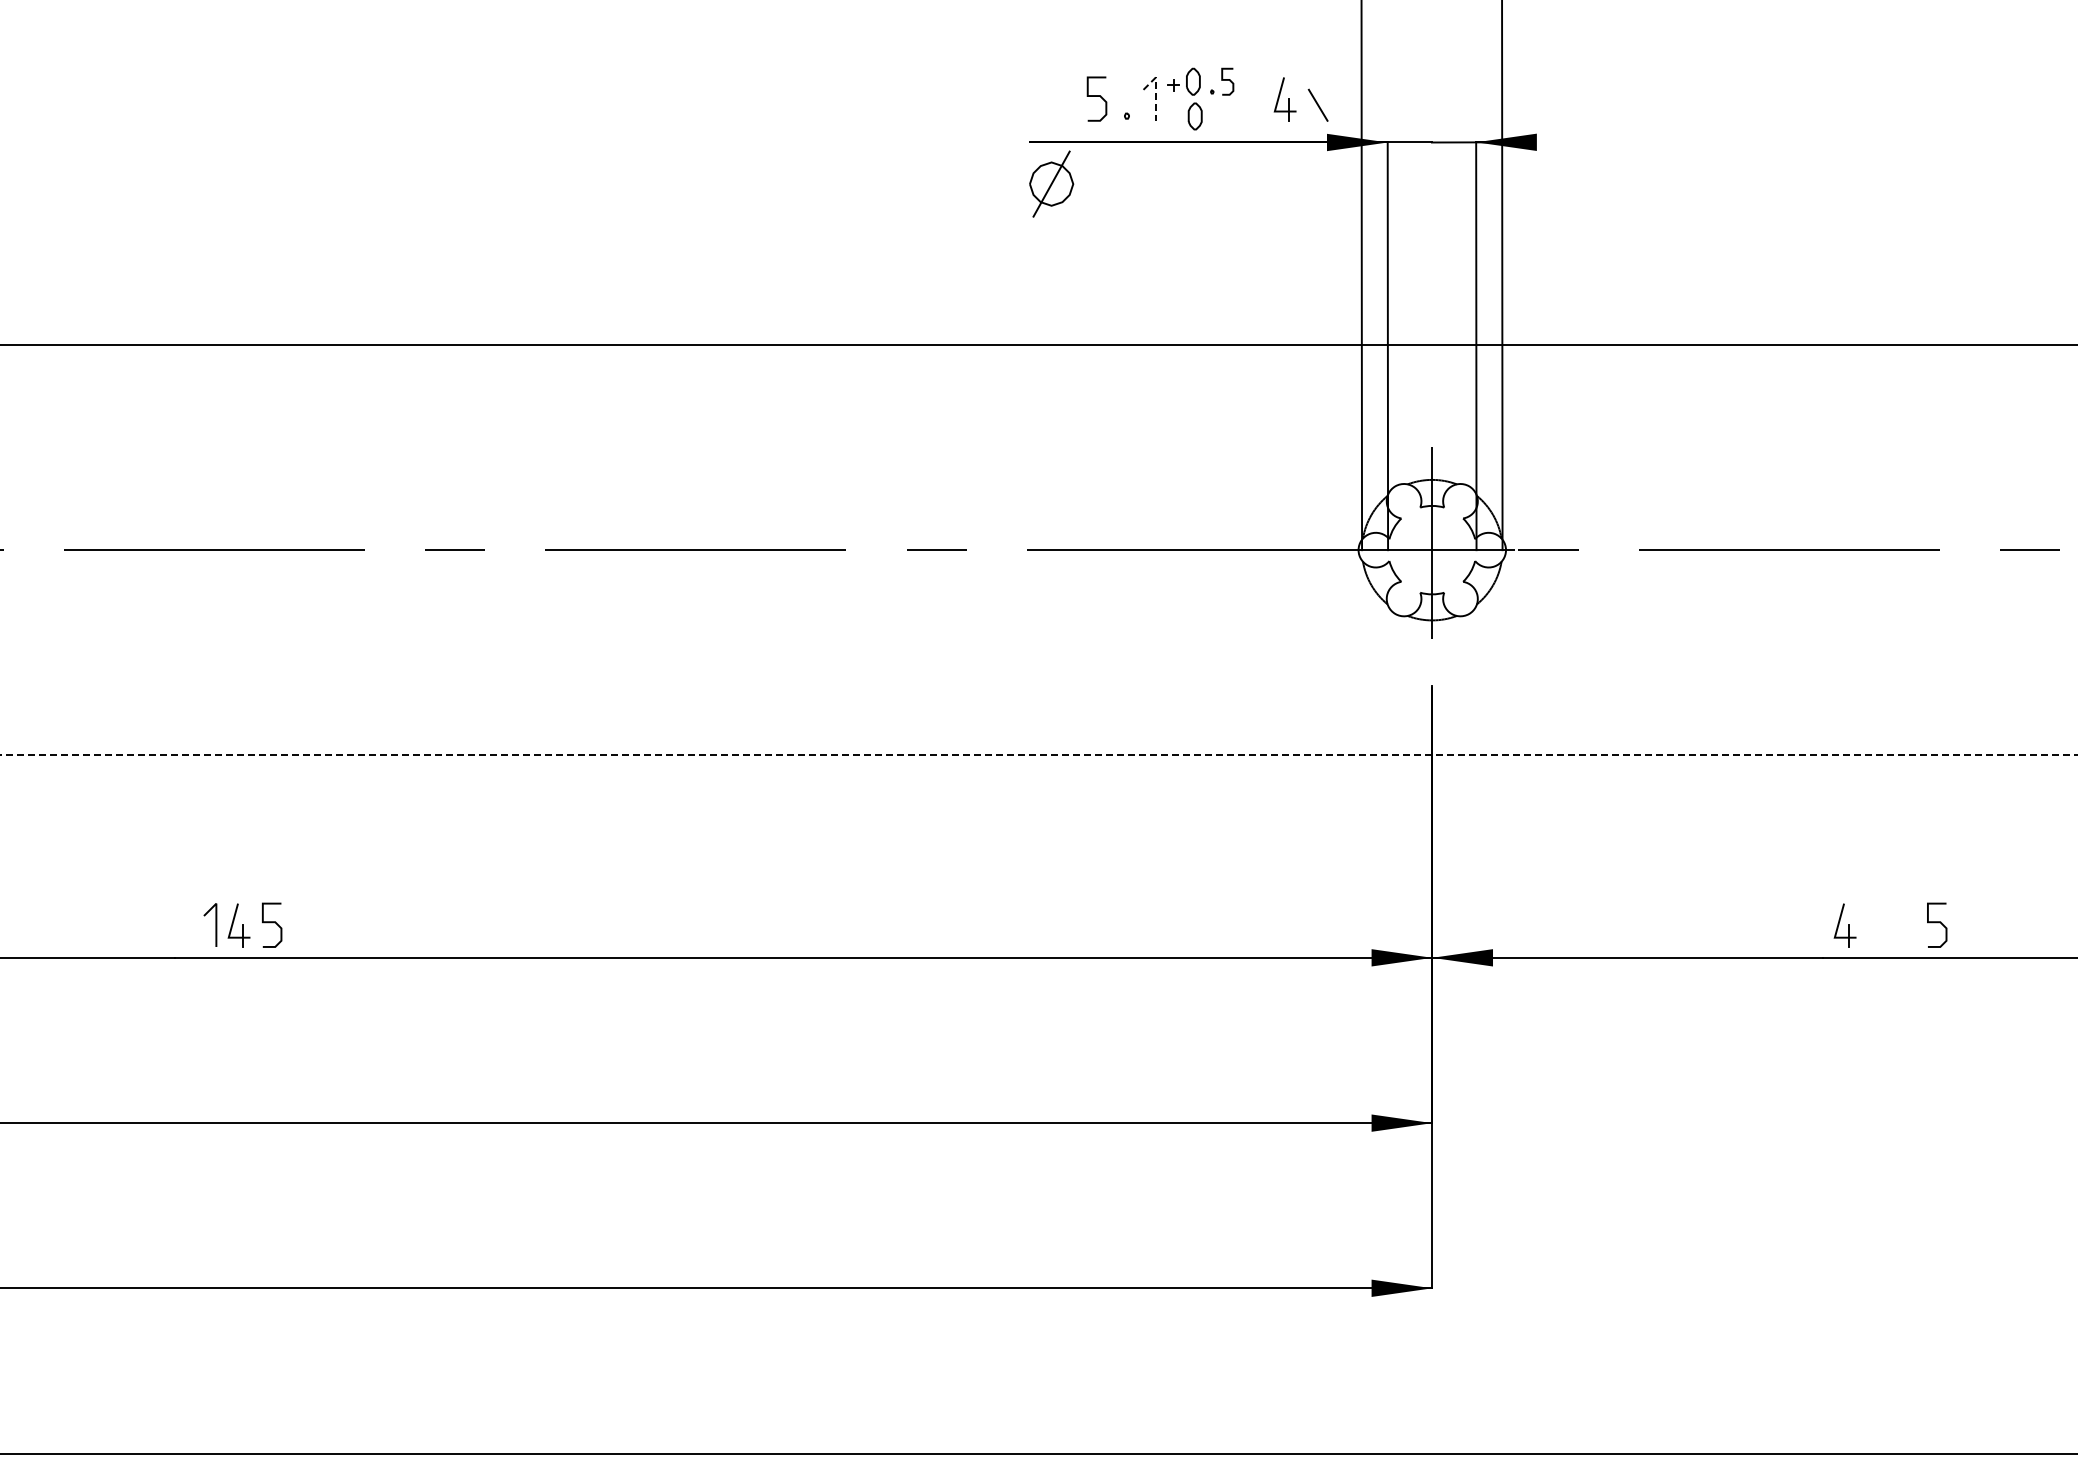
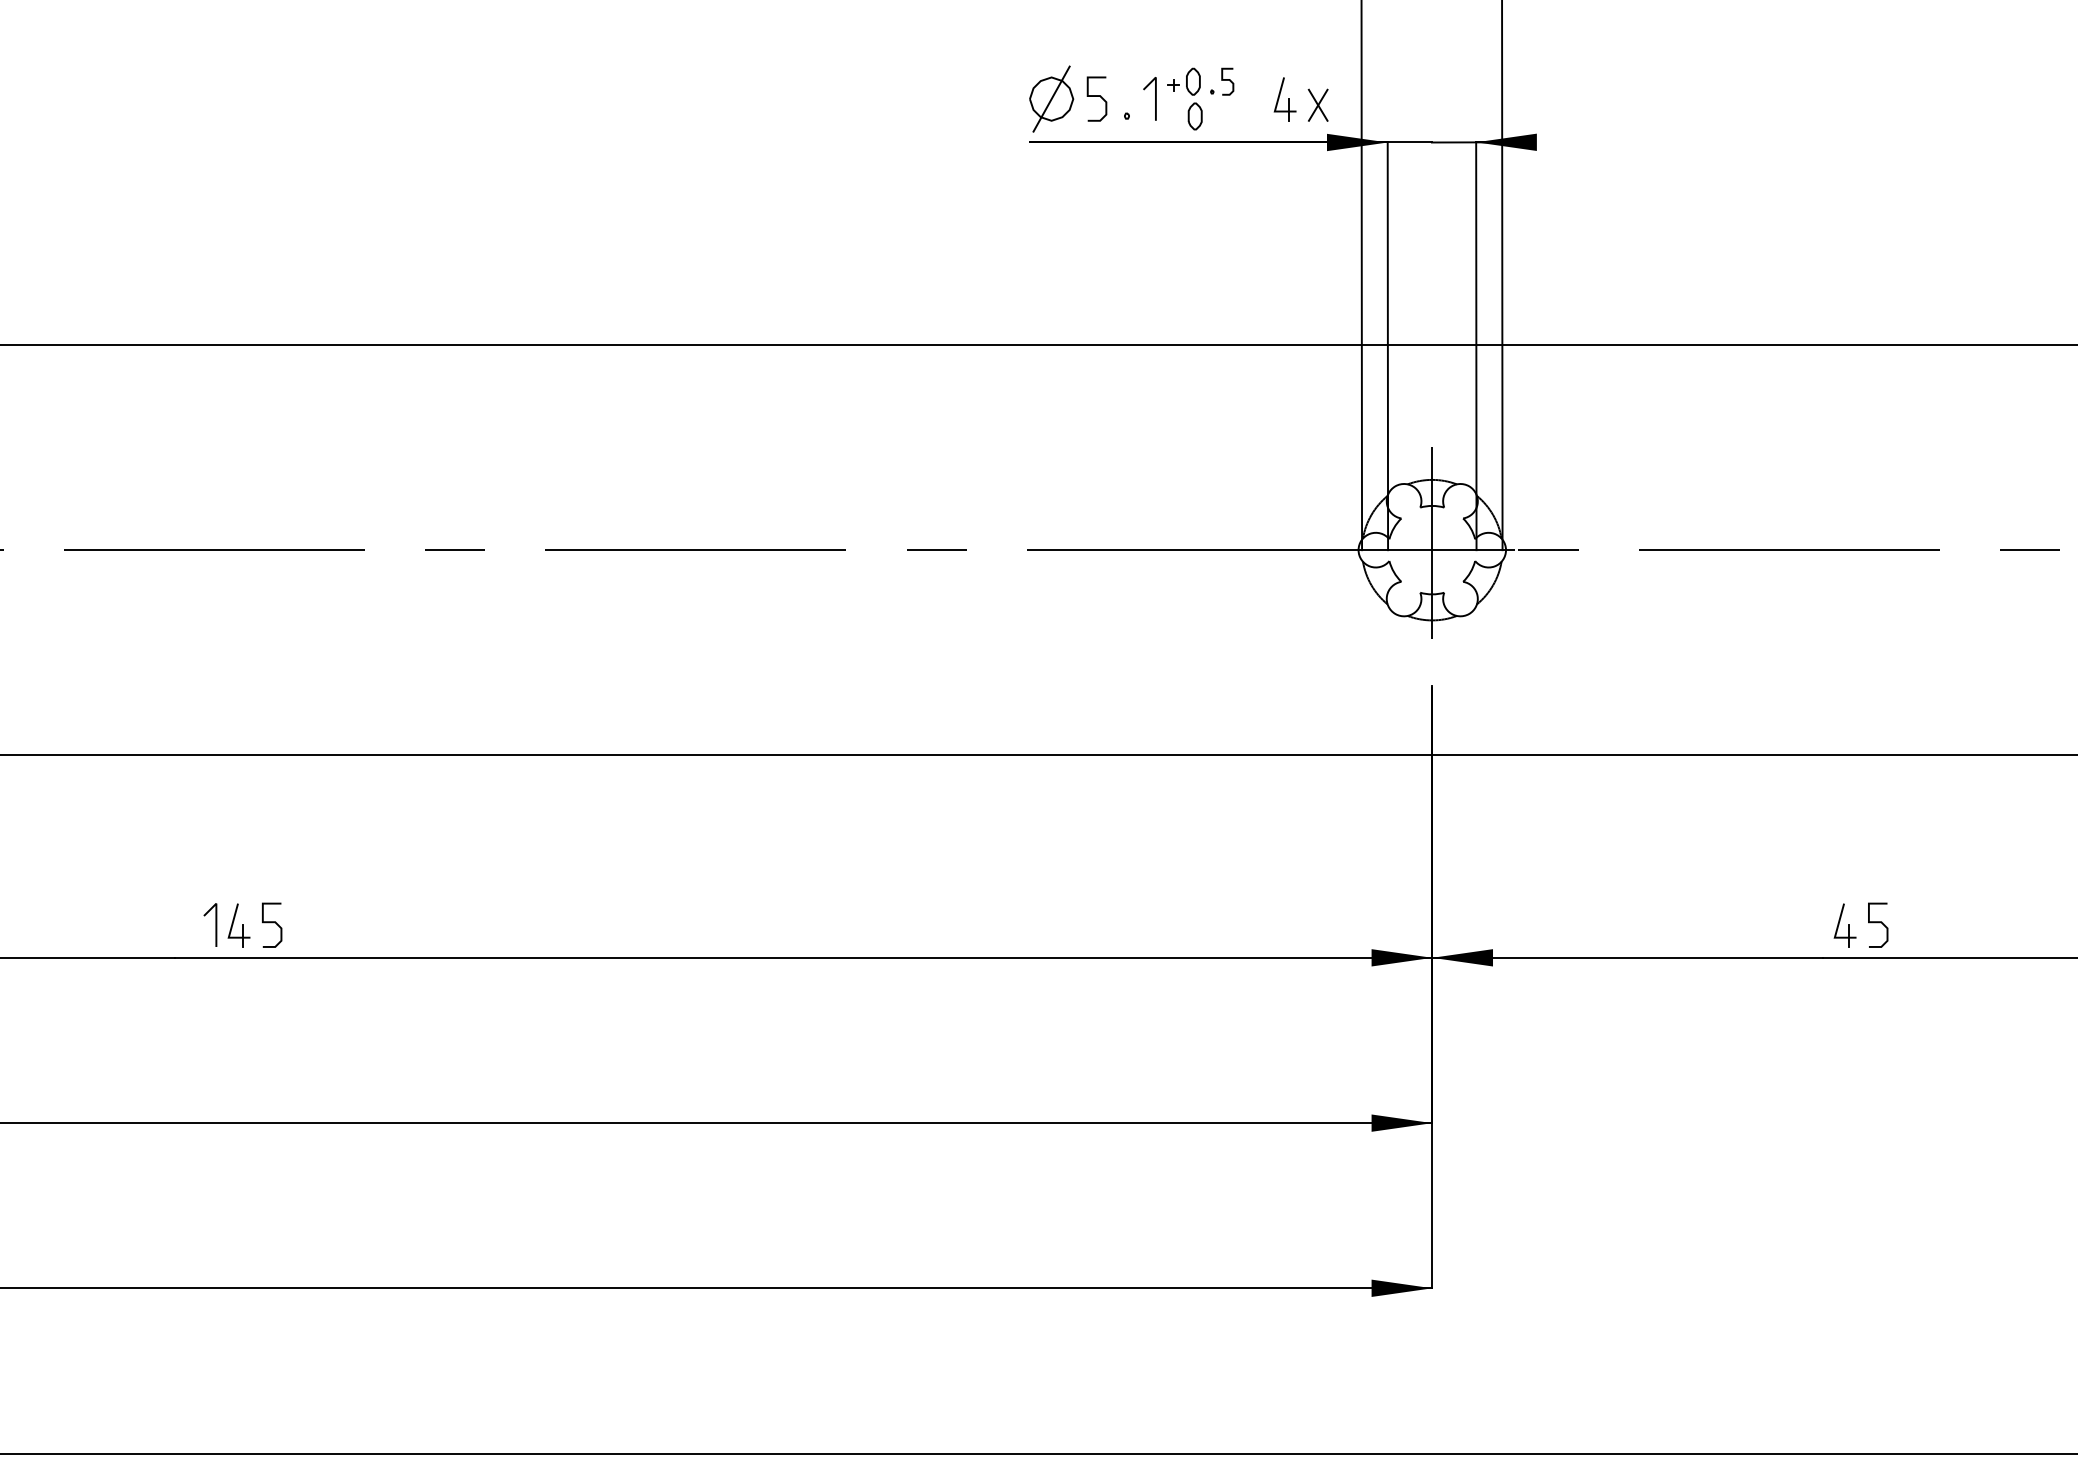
line at (1155, 90): dashed -> solid
line at (1317, 104): none -> present
part at (1051, 183) position: (1051, 183) -> (1051, 98)
line at (1038, 755): dashed -> solid
curve at (1937, 923) position: (1937, 923) -> (1878, 923)
